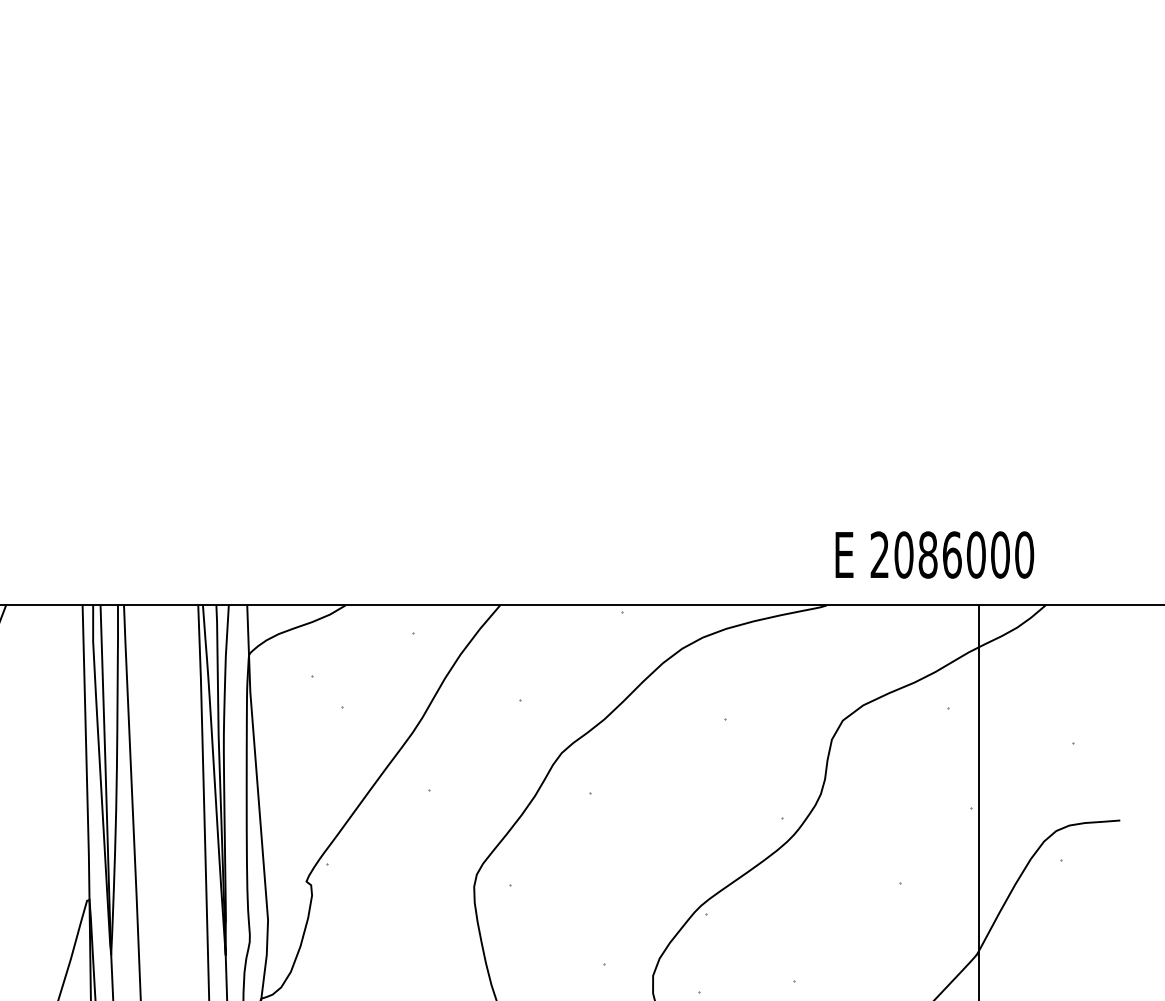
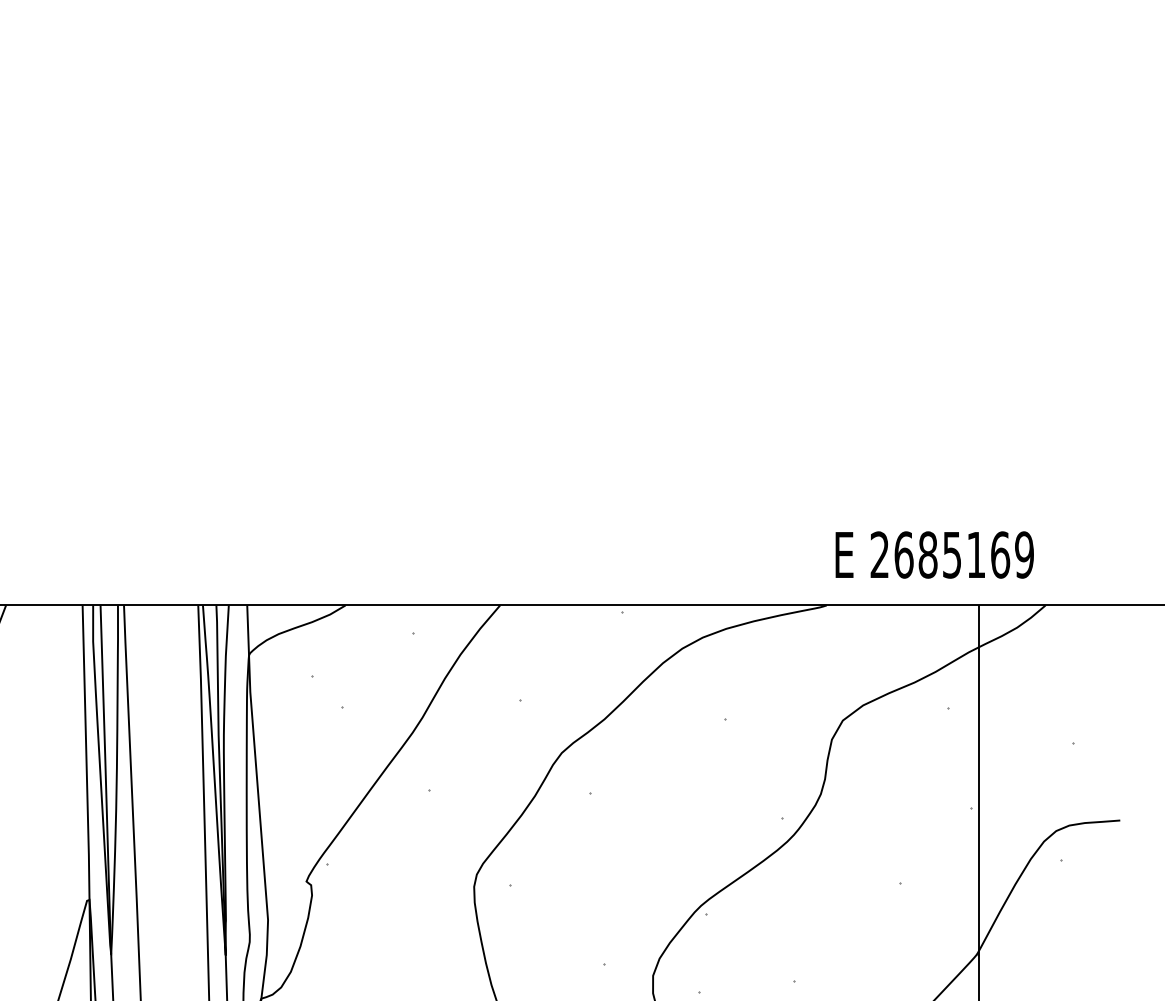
text at (964, 554): 2086000 -> 2685169
